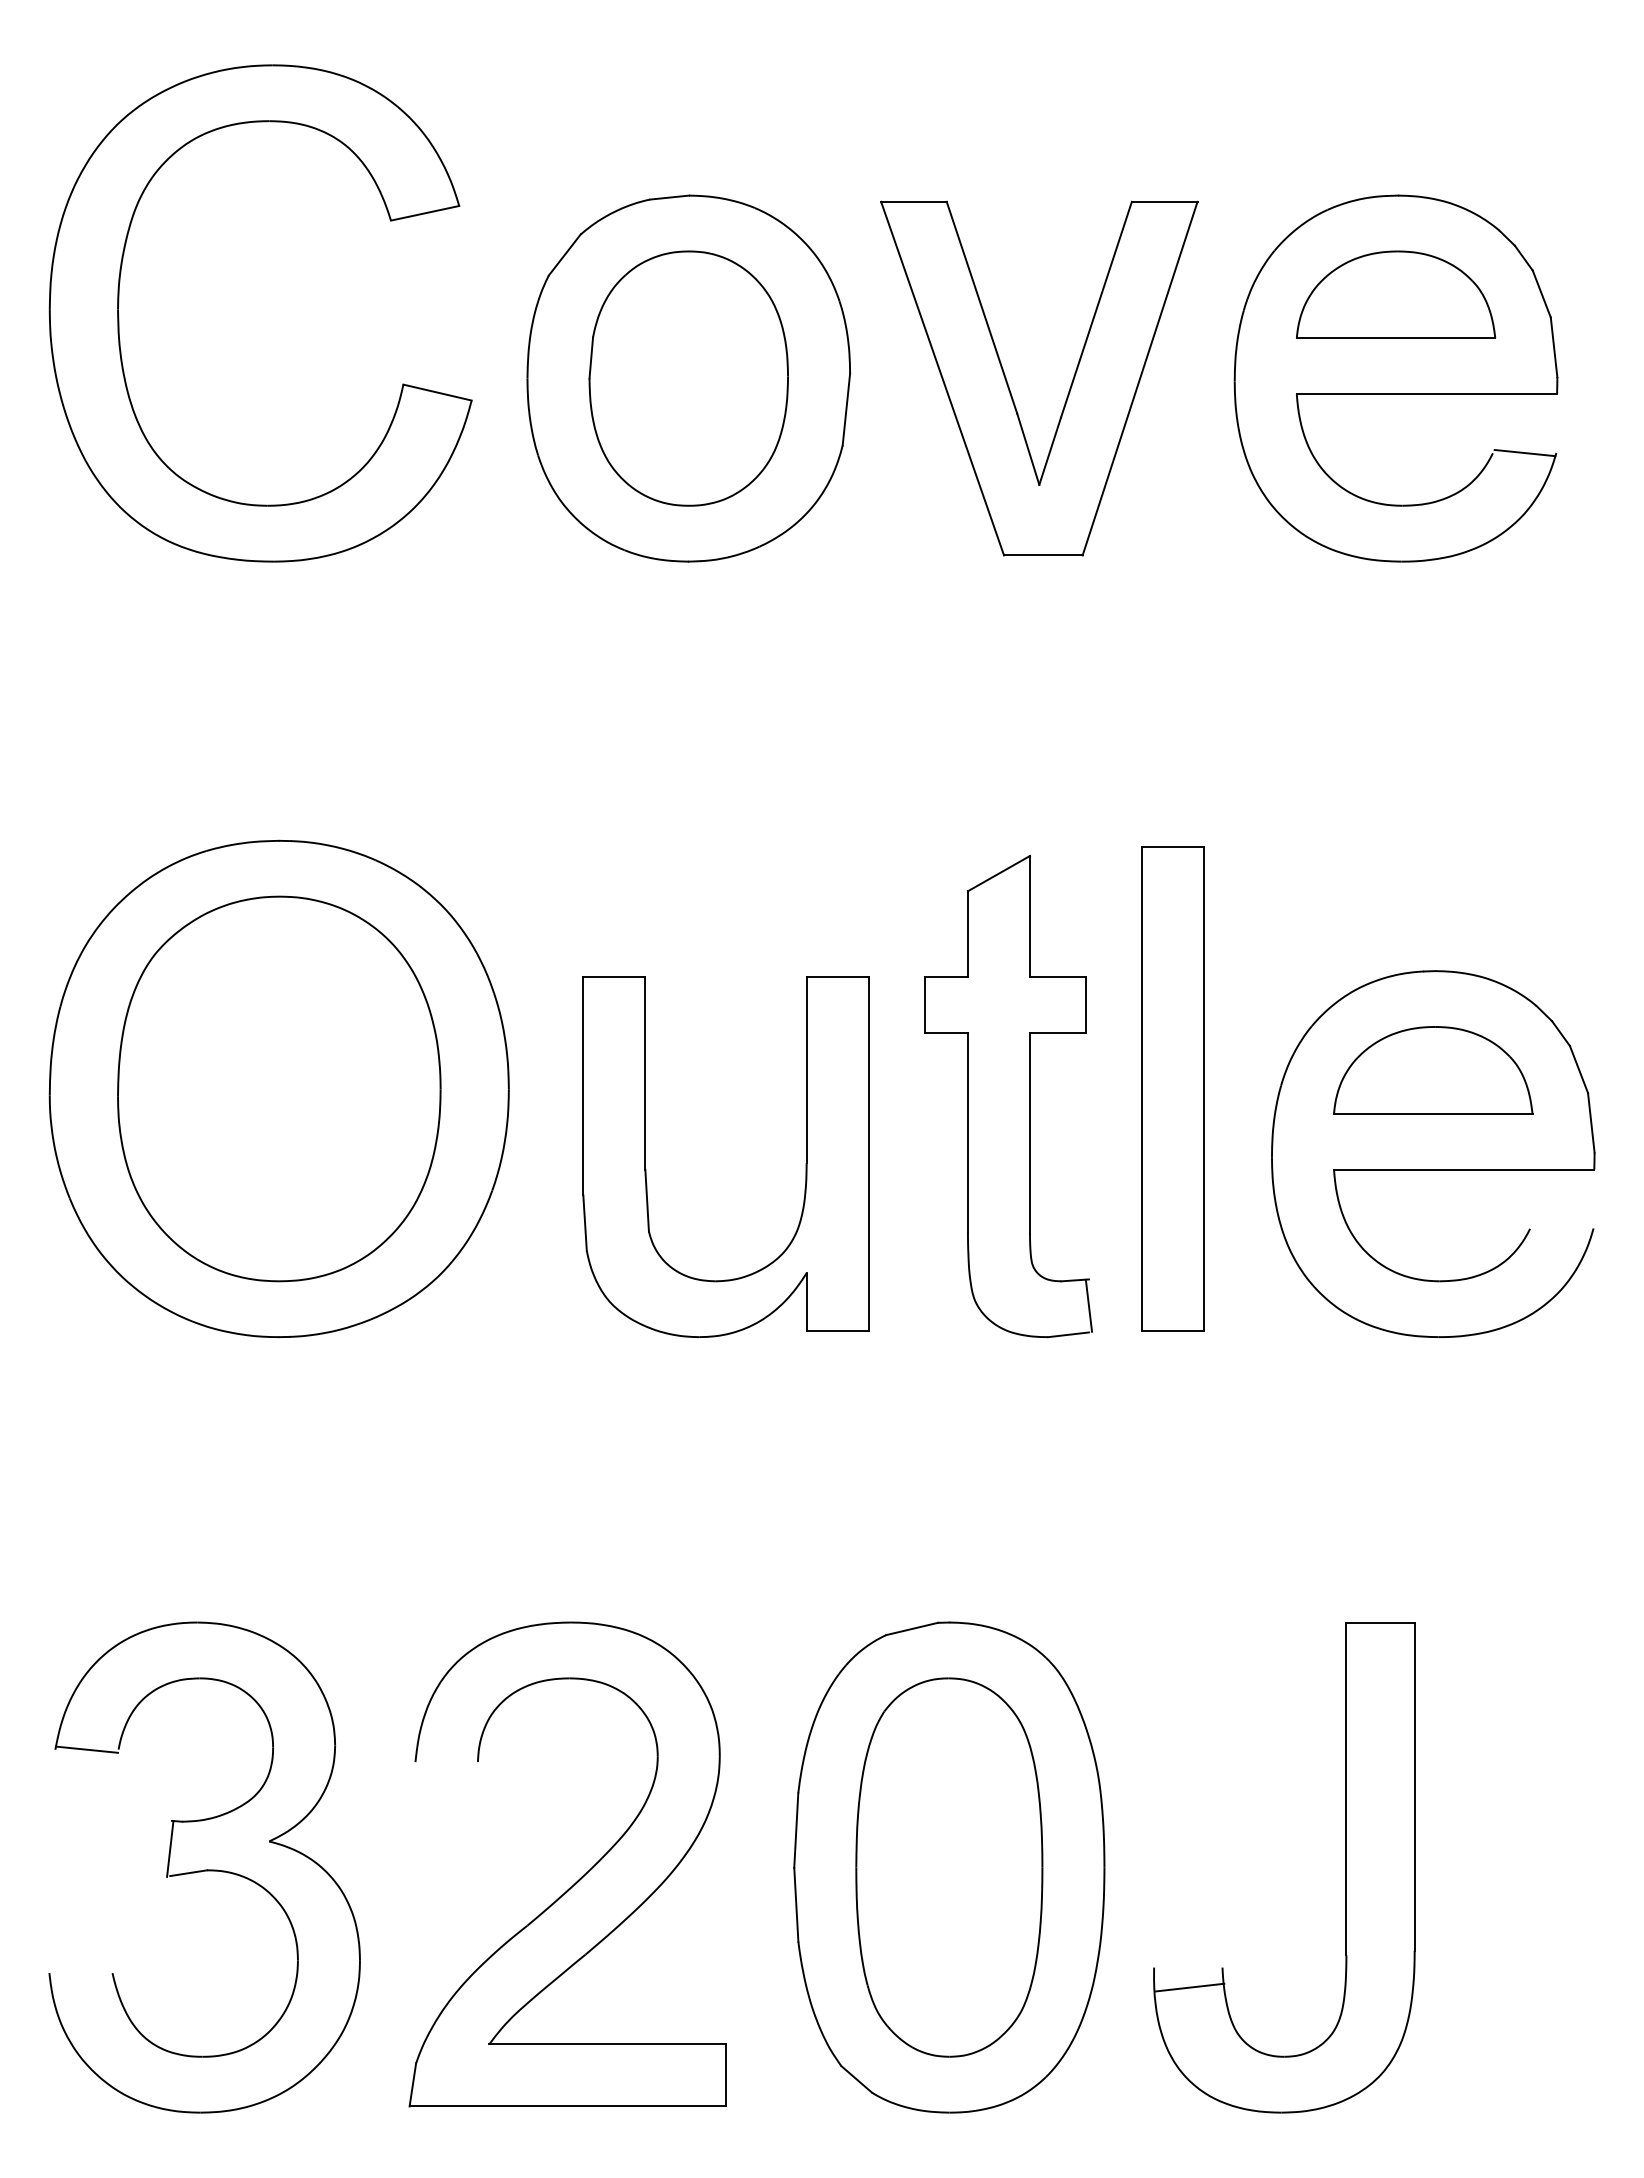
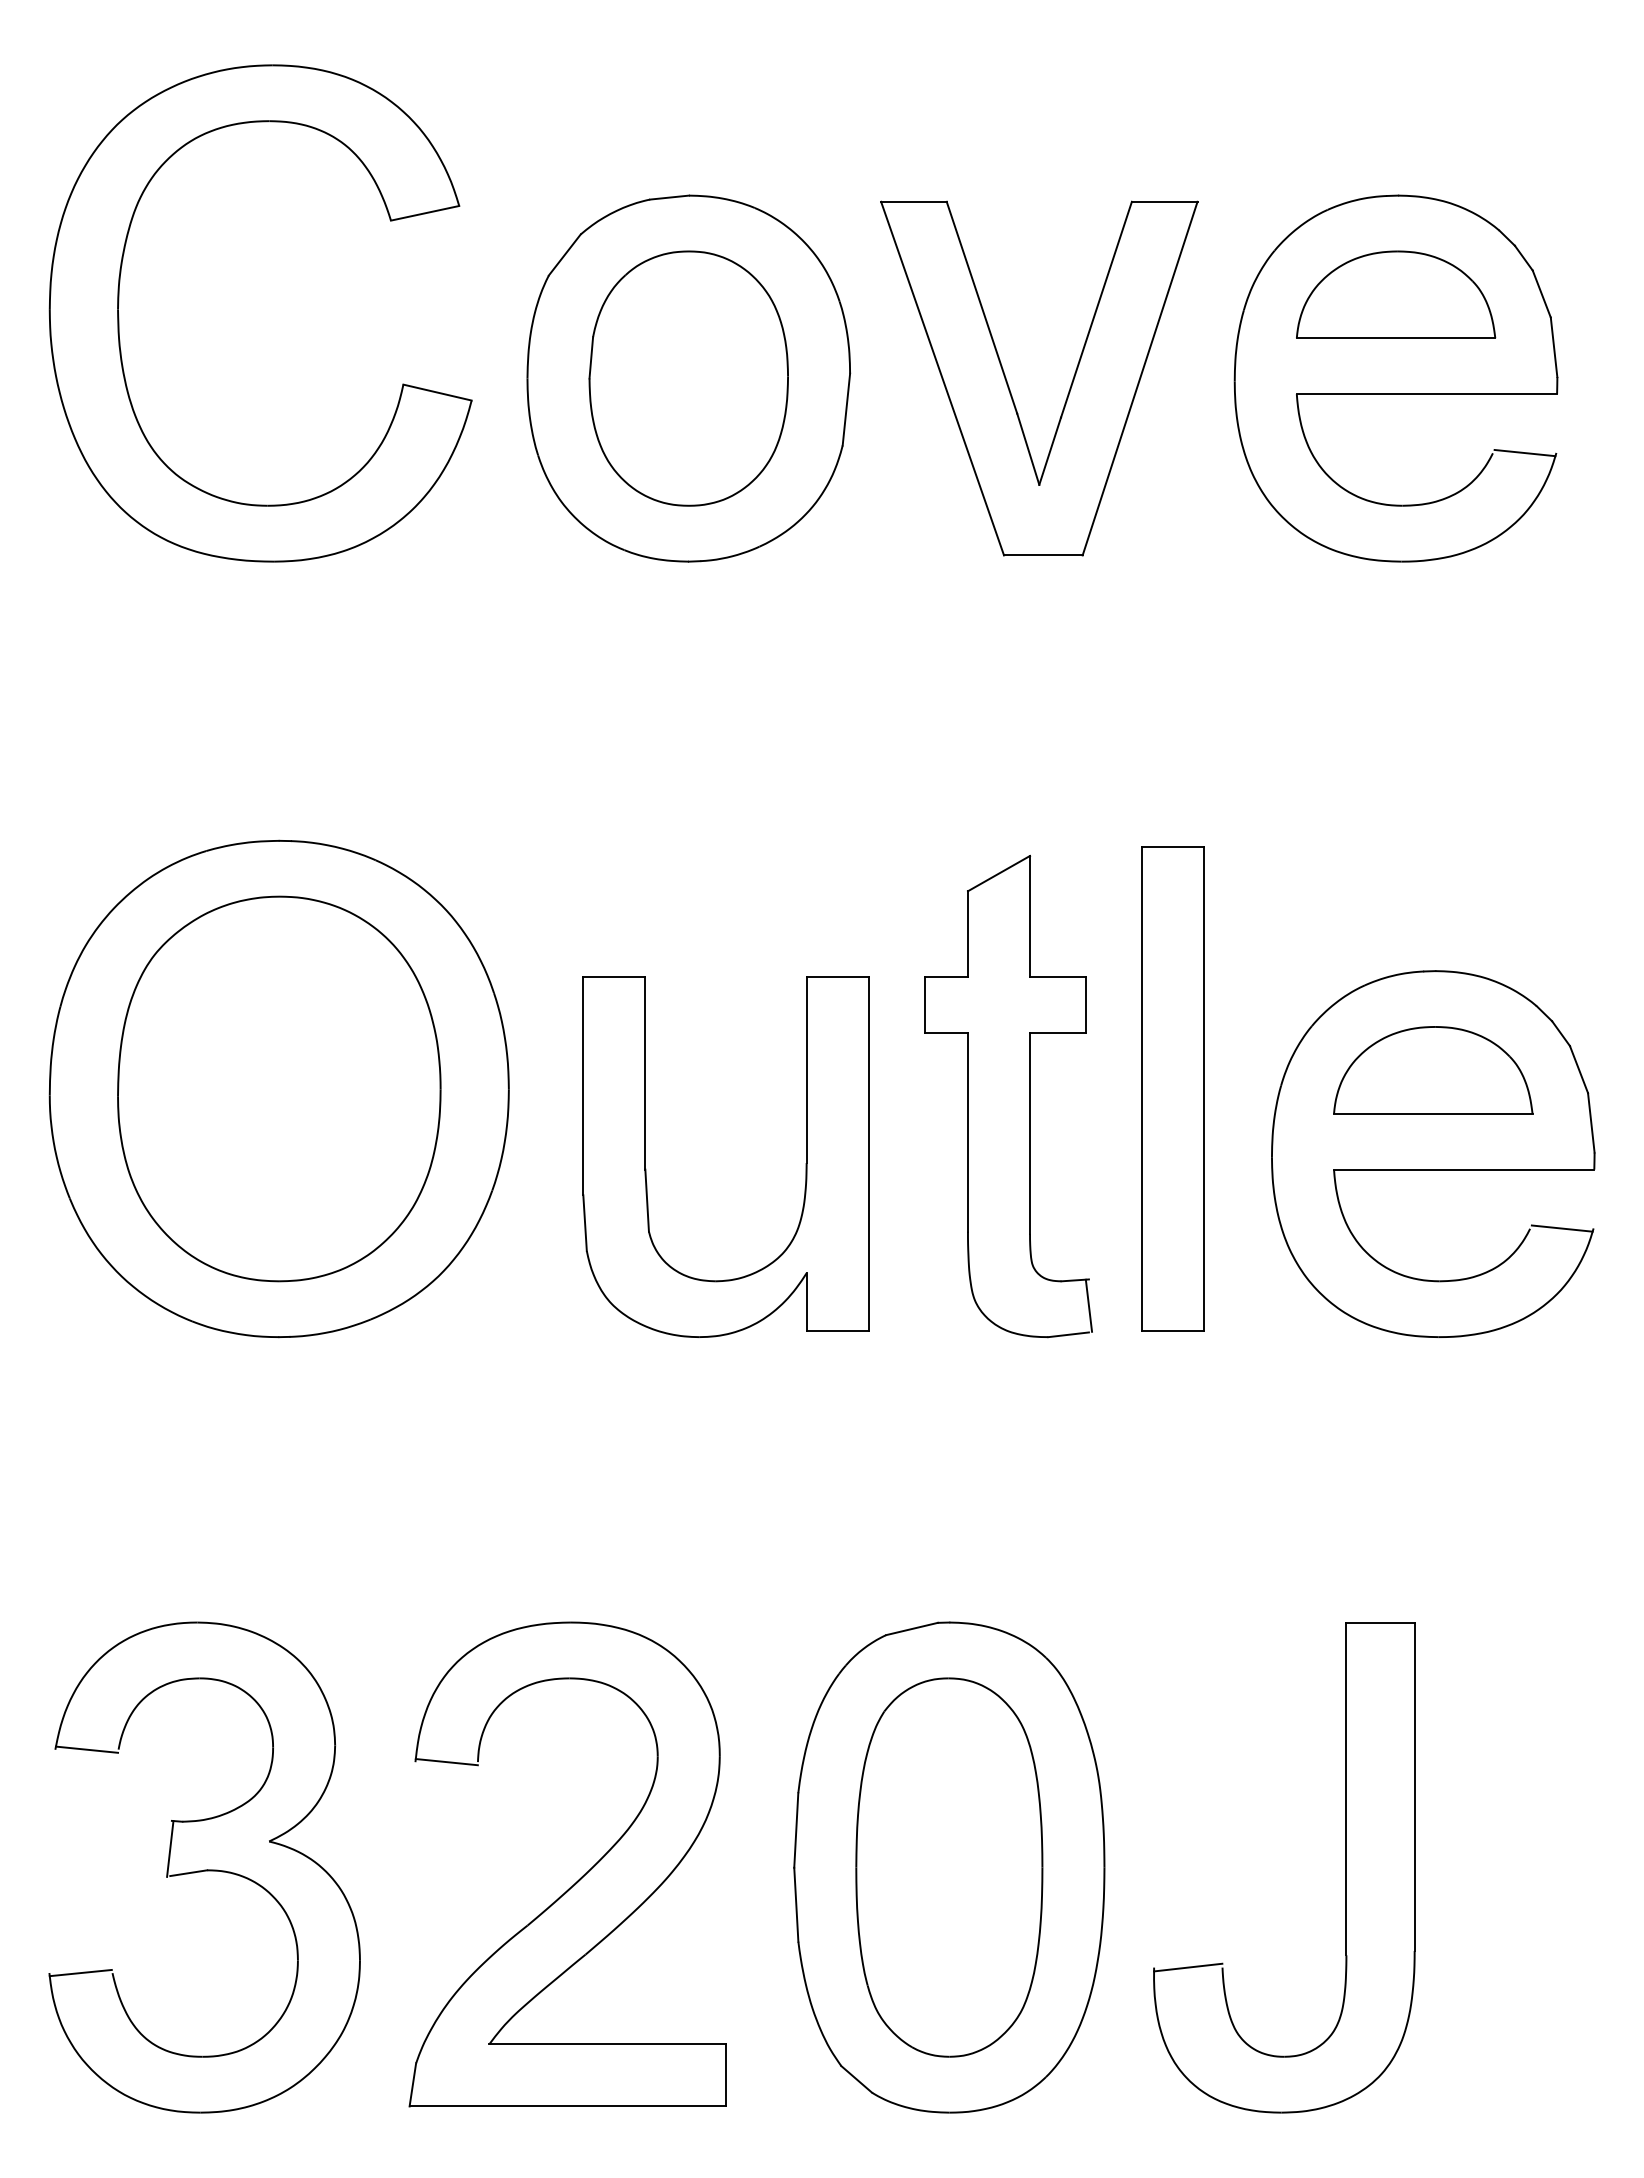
line at (1561, 1228): none -> present
line at (446, 1762): none -> present
line at (80, 1972): none -> present
line at (1190, 1987) position: (1190, 1987) -> (1188, 1967)
